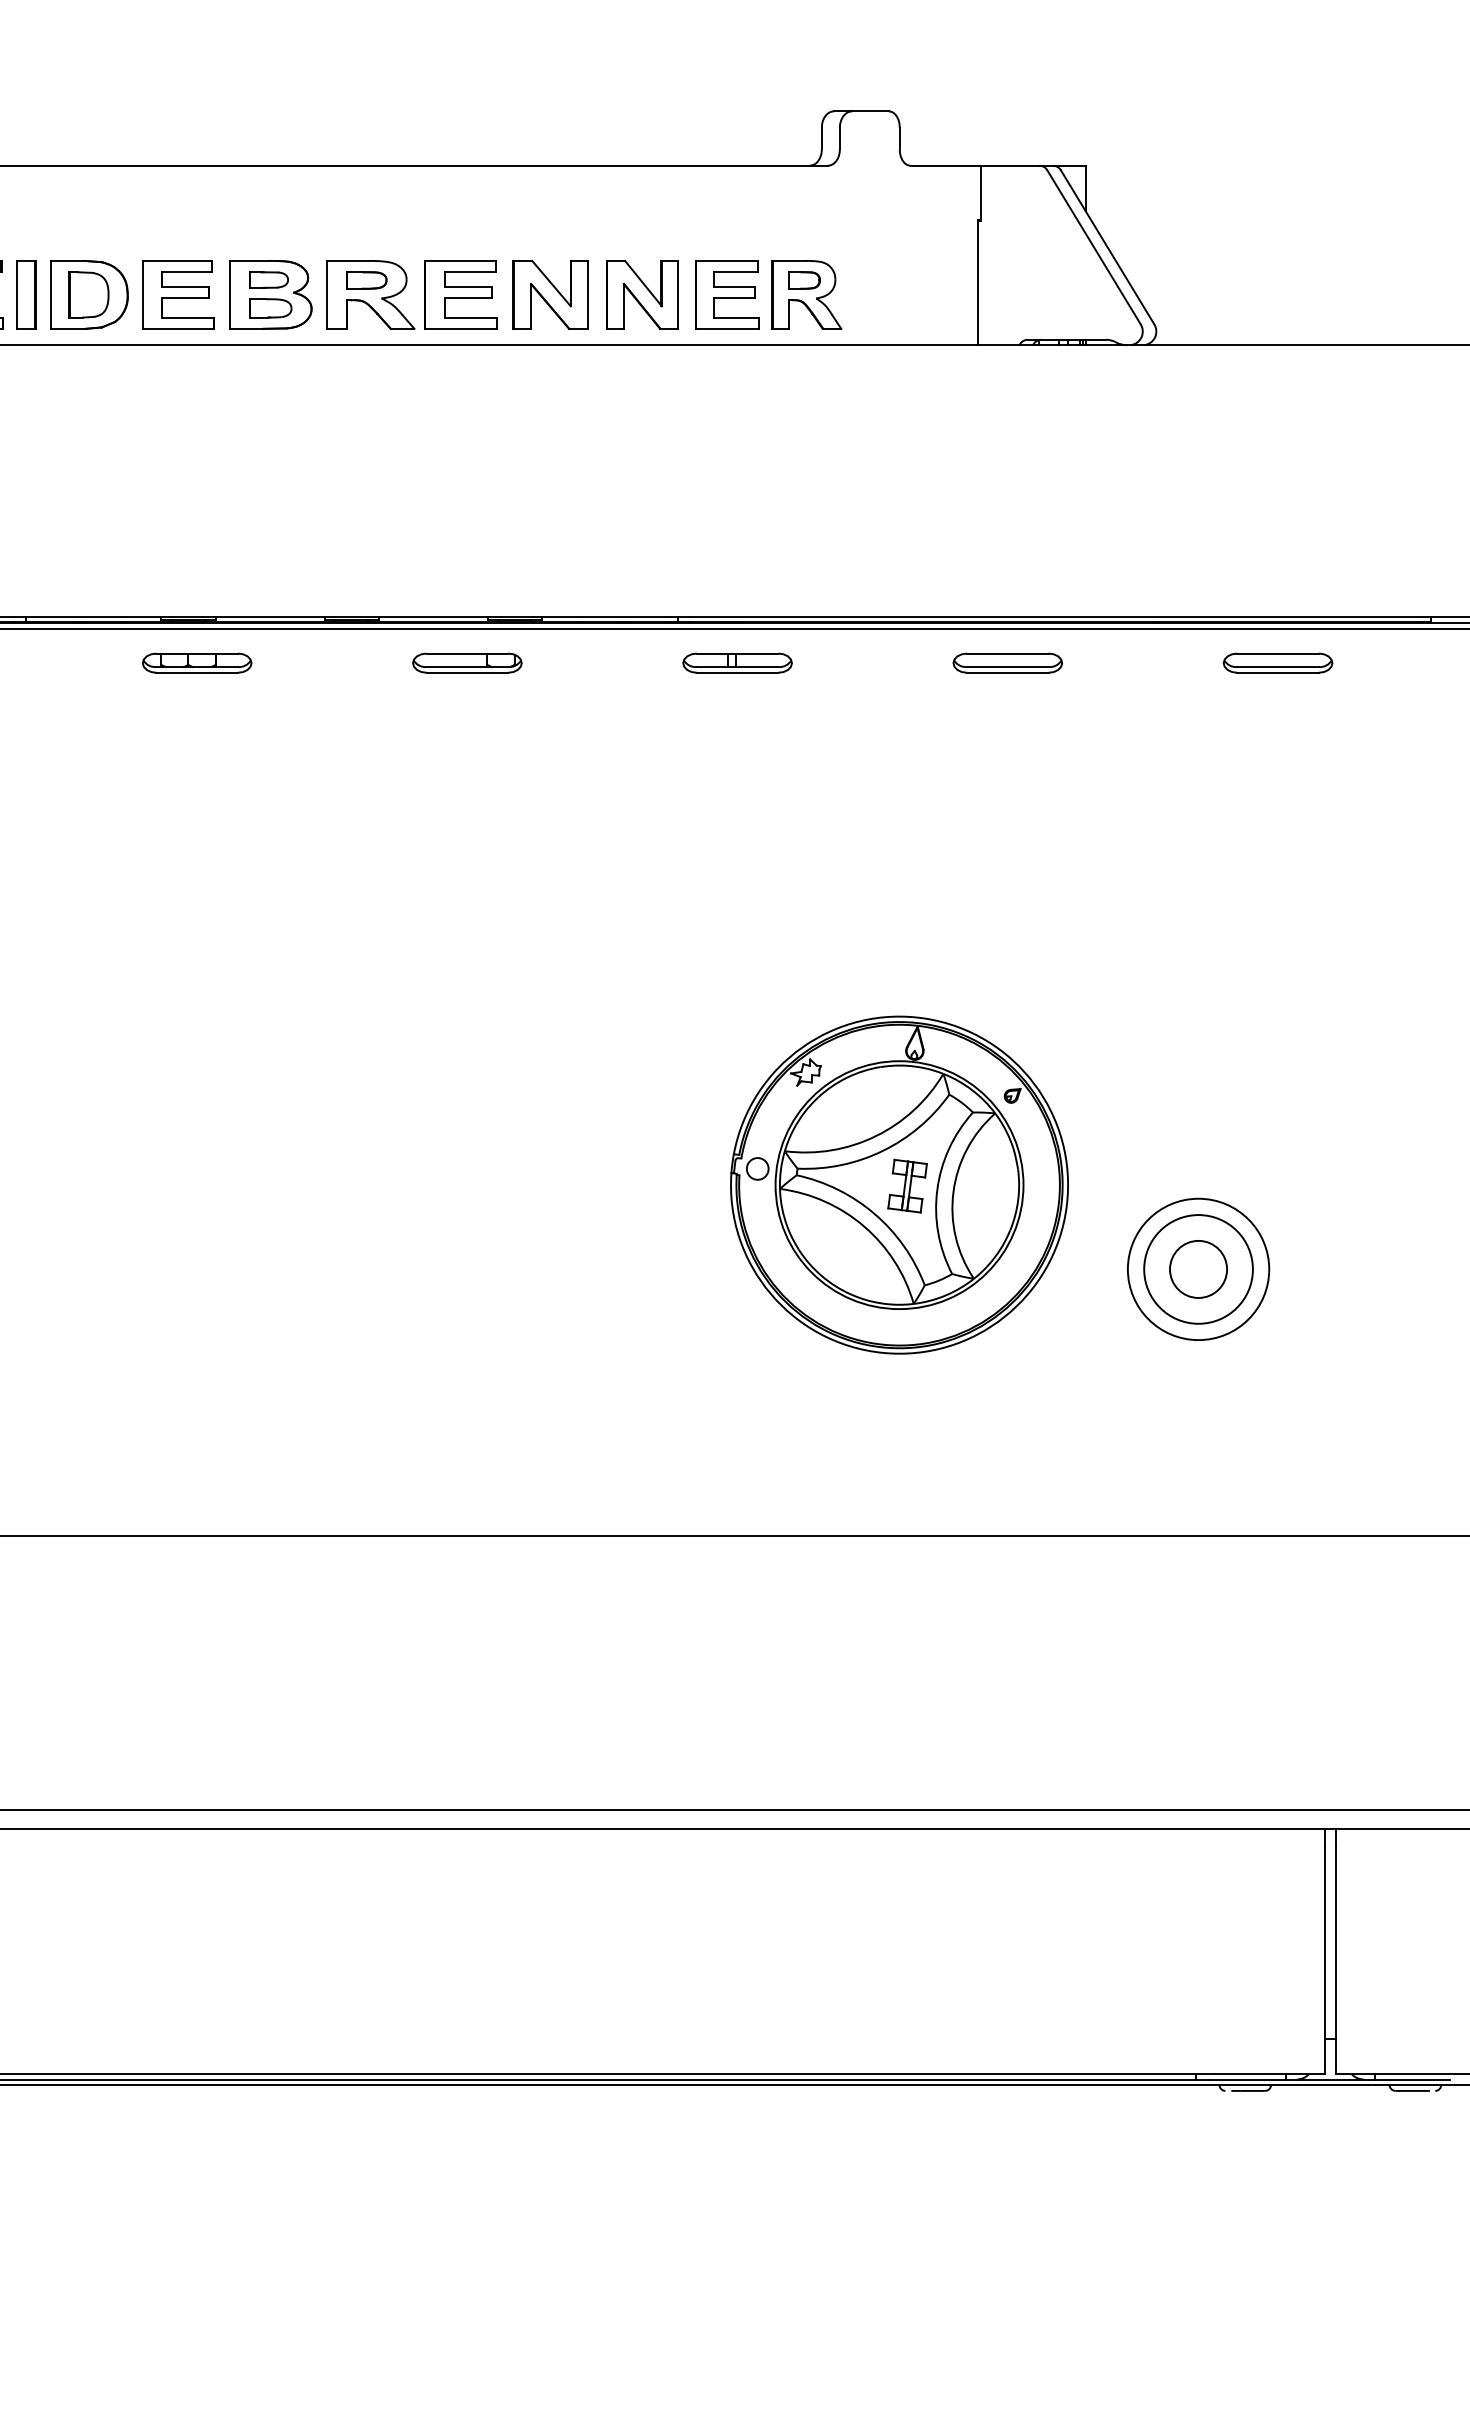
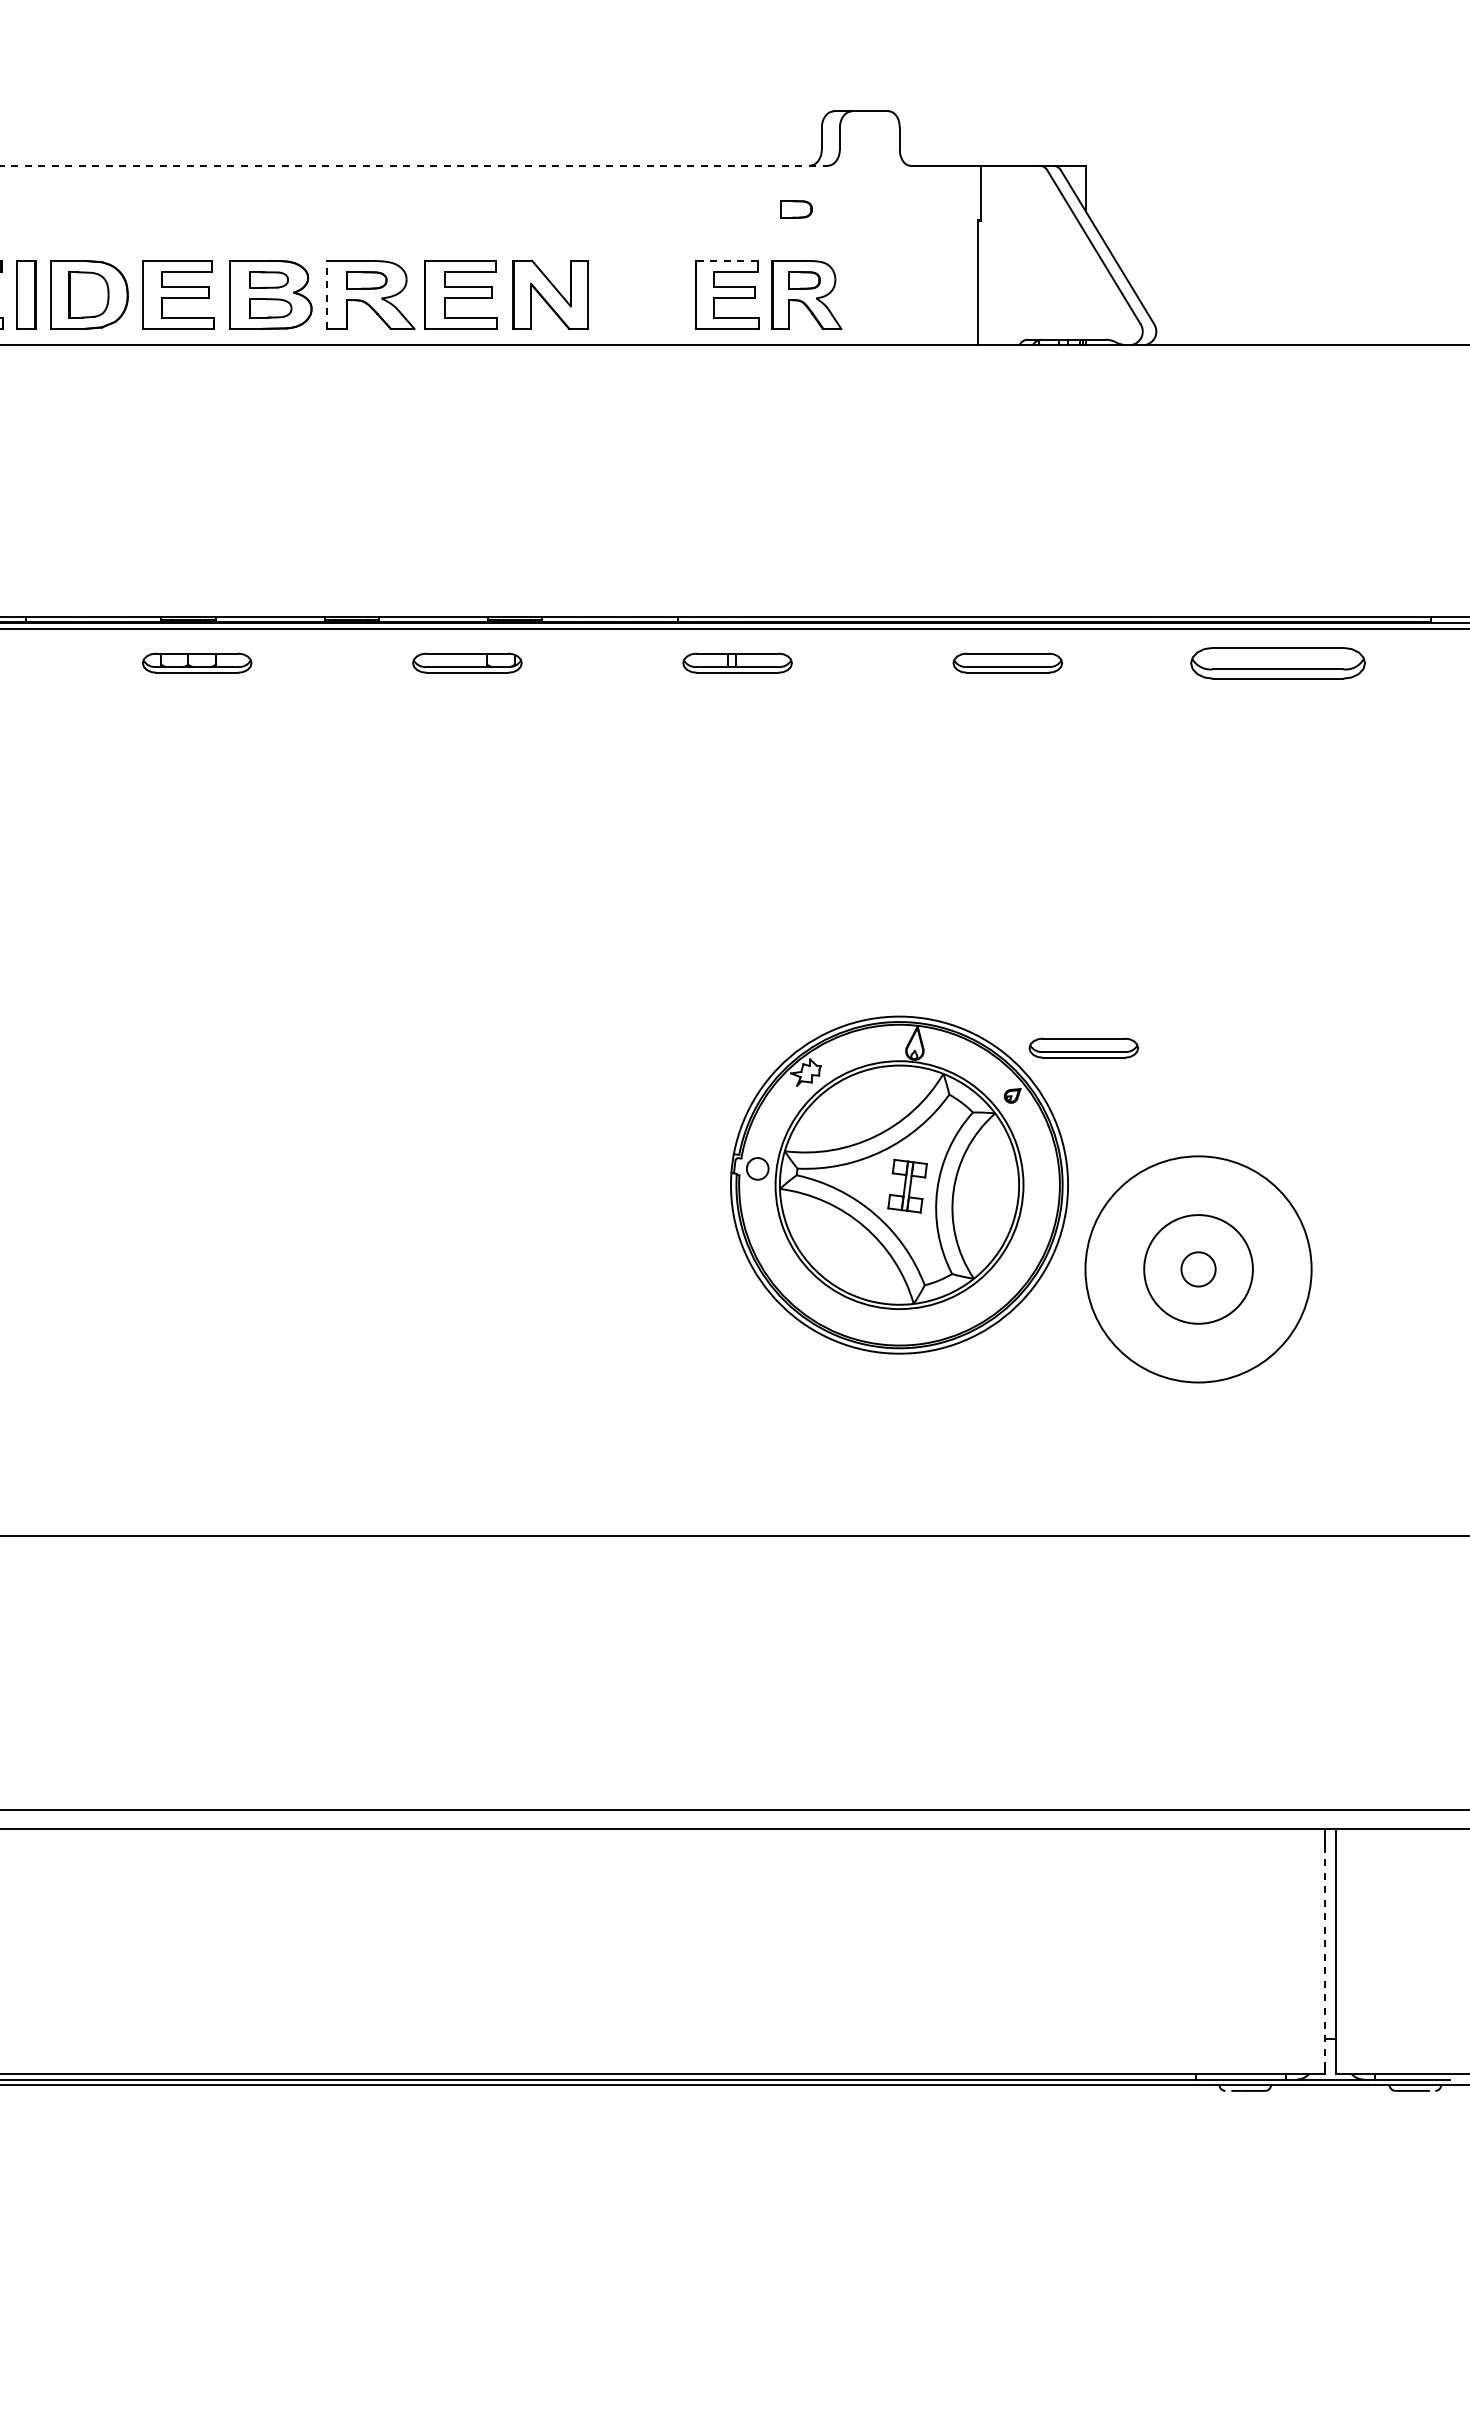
line at (414, 165): solid -> dashed
part at (796, 209): none -> present
line at (727, 260): solid -> dashed
line at (327, 294): solid -> dashed
part at (642, 294): present -> none
part at (1277, 662) size: 112x22 px -> 176x33 px
part at (1083, 1047): none -> present
circle at (1198, 1268) diameter: 57 px -> 34 px
circle at (1198, 1269) diameter: 141 px -> 226 px
line at (1324, 1955): solid -> dashed
